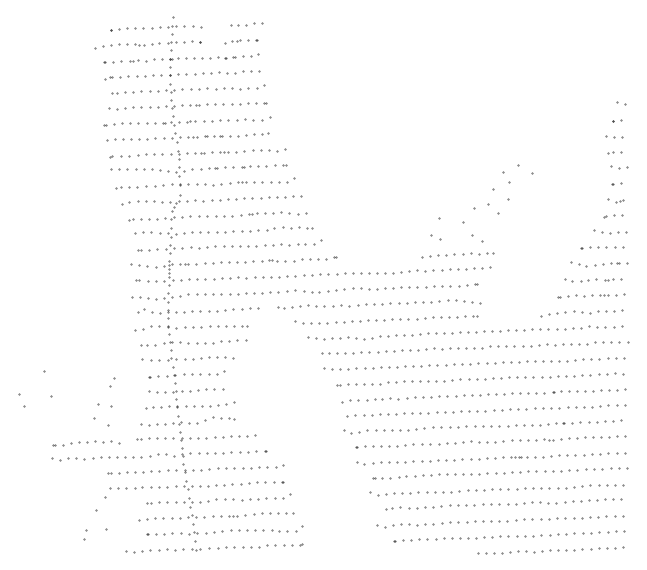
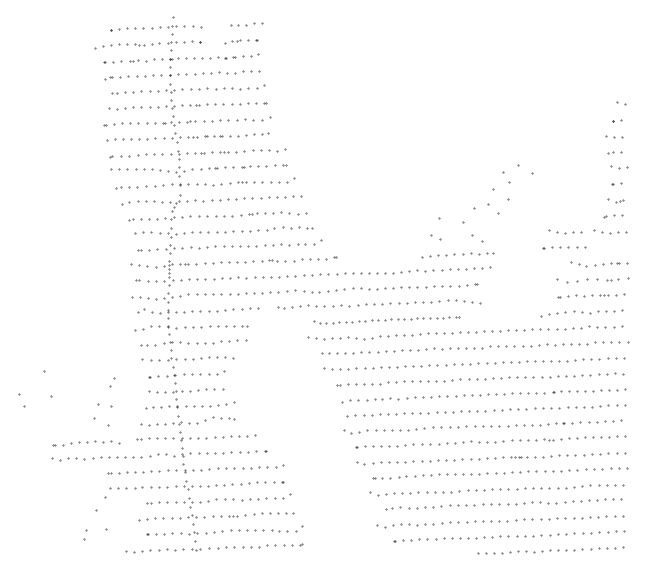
part at (565, 231): none -> present
part at (602, 247) position: (602, 247) -> (564, 247)
part at (593, 280) size: 59x5 px -> 74x7 px
part at (386, 319) size: 185x10 px -> 148x9 px
